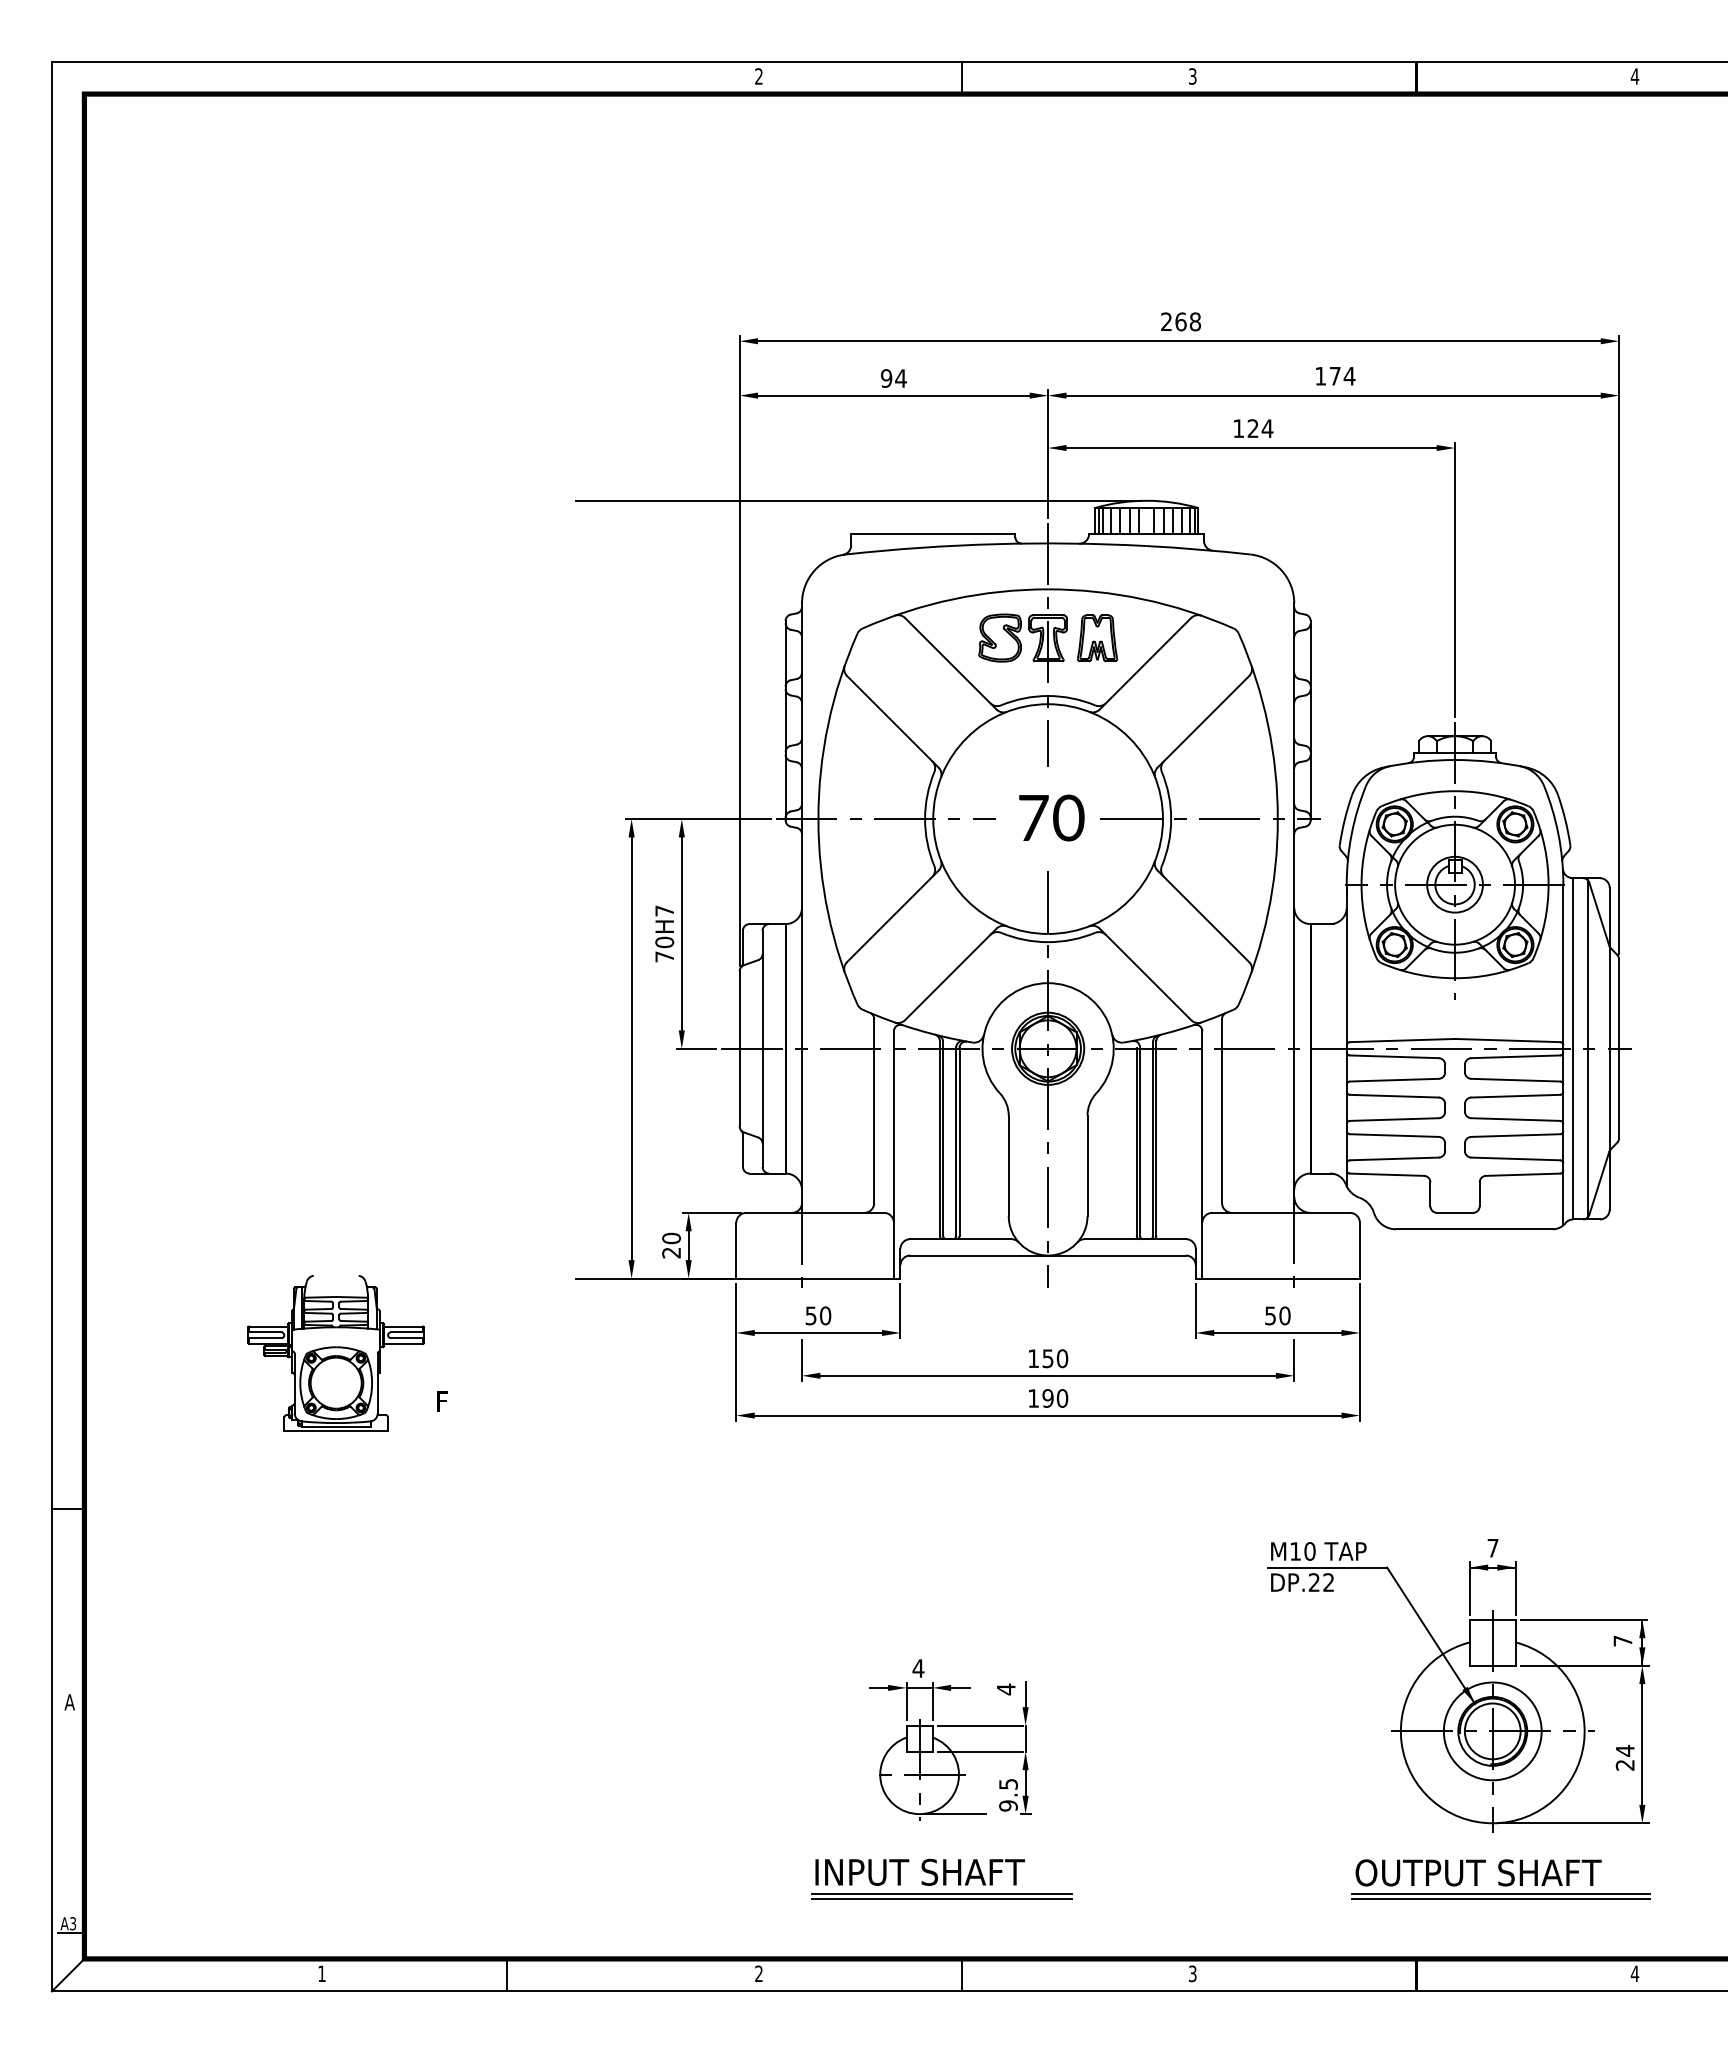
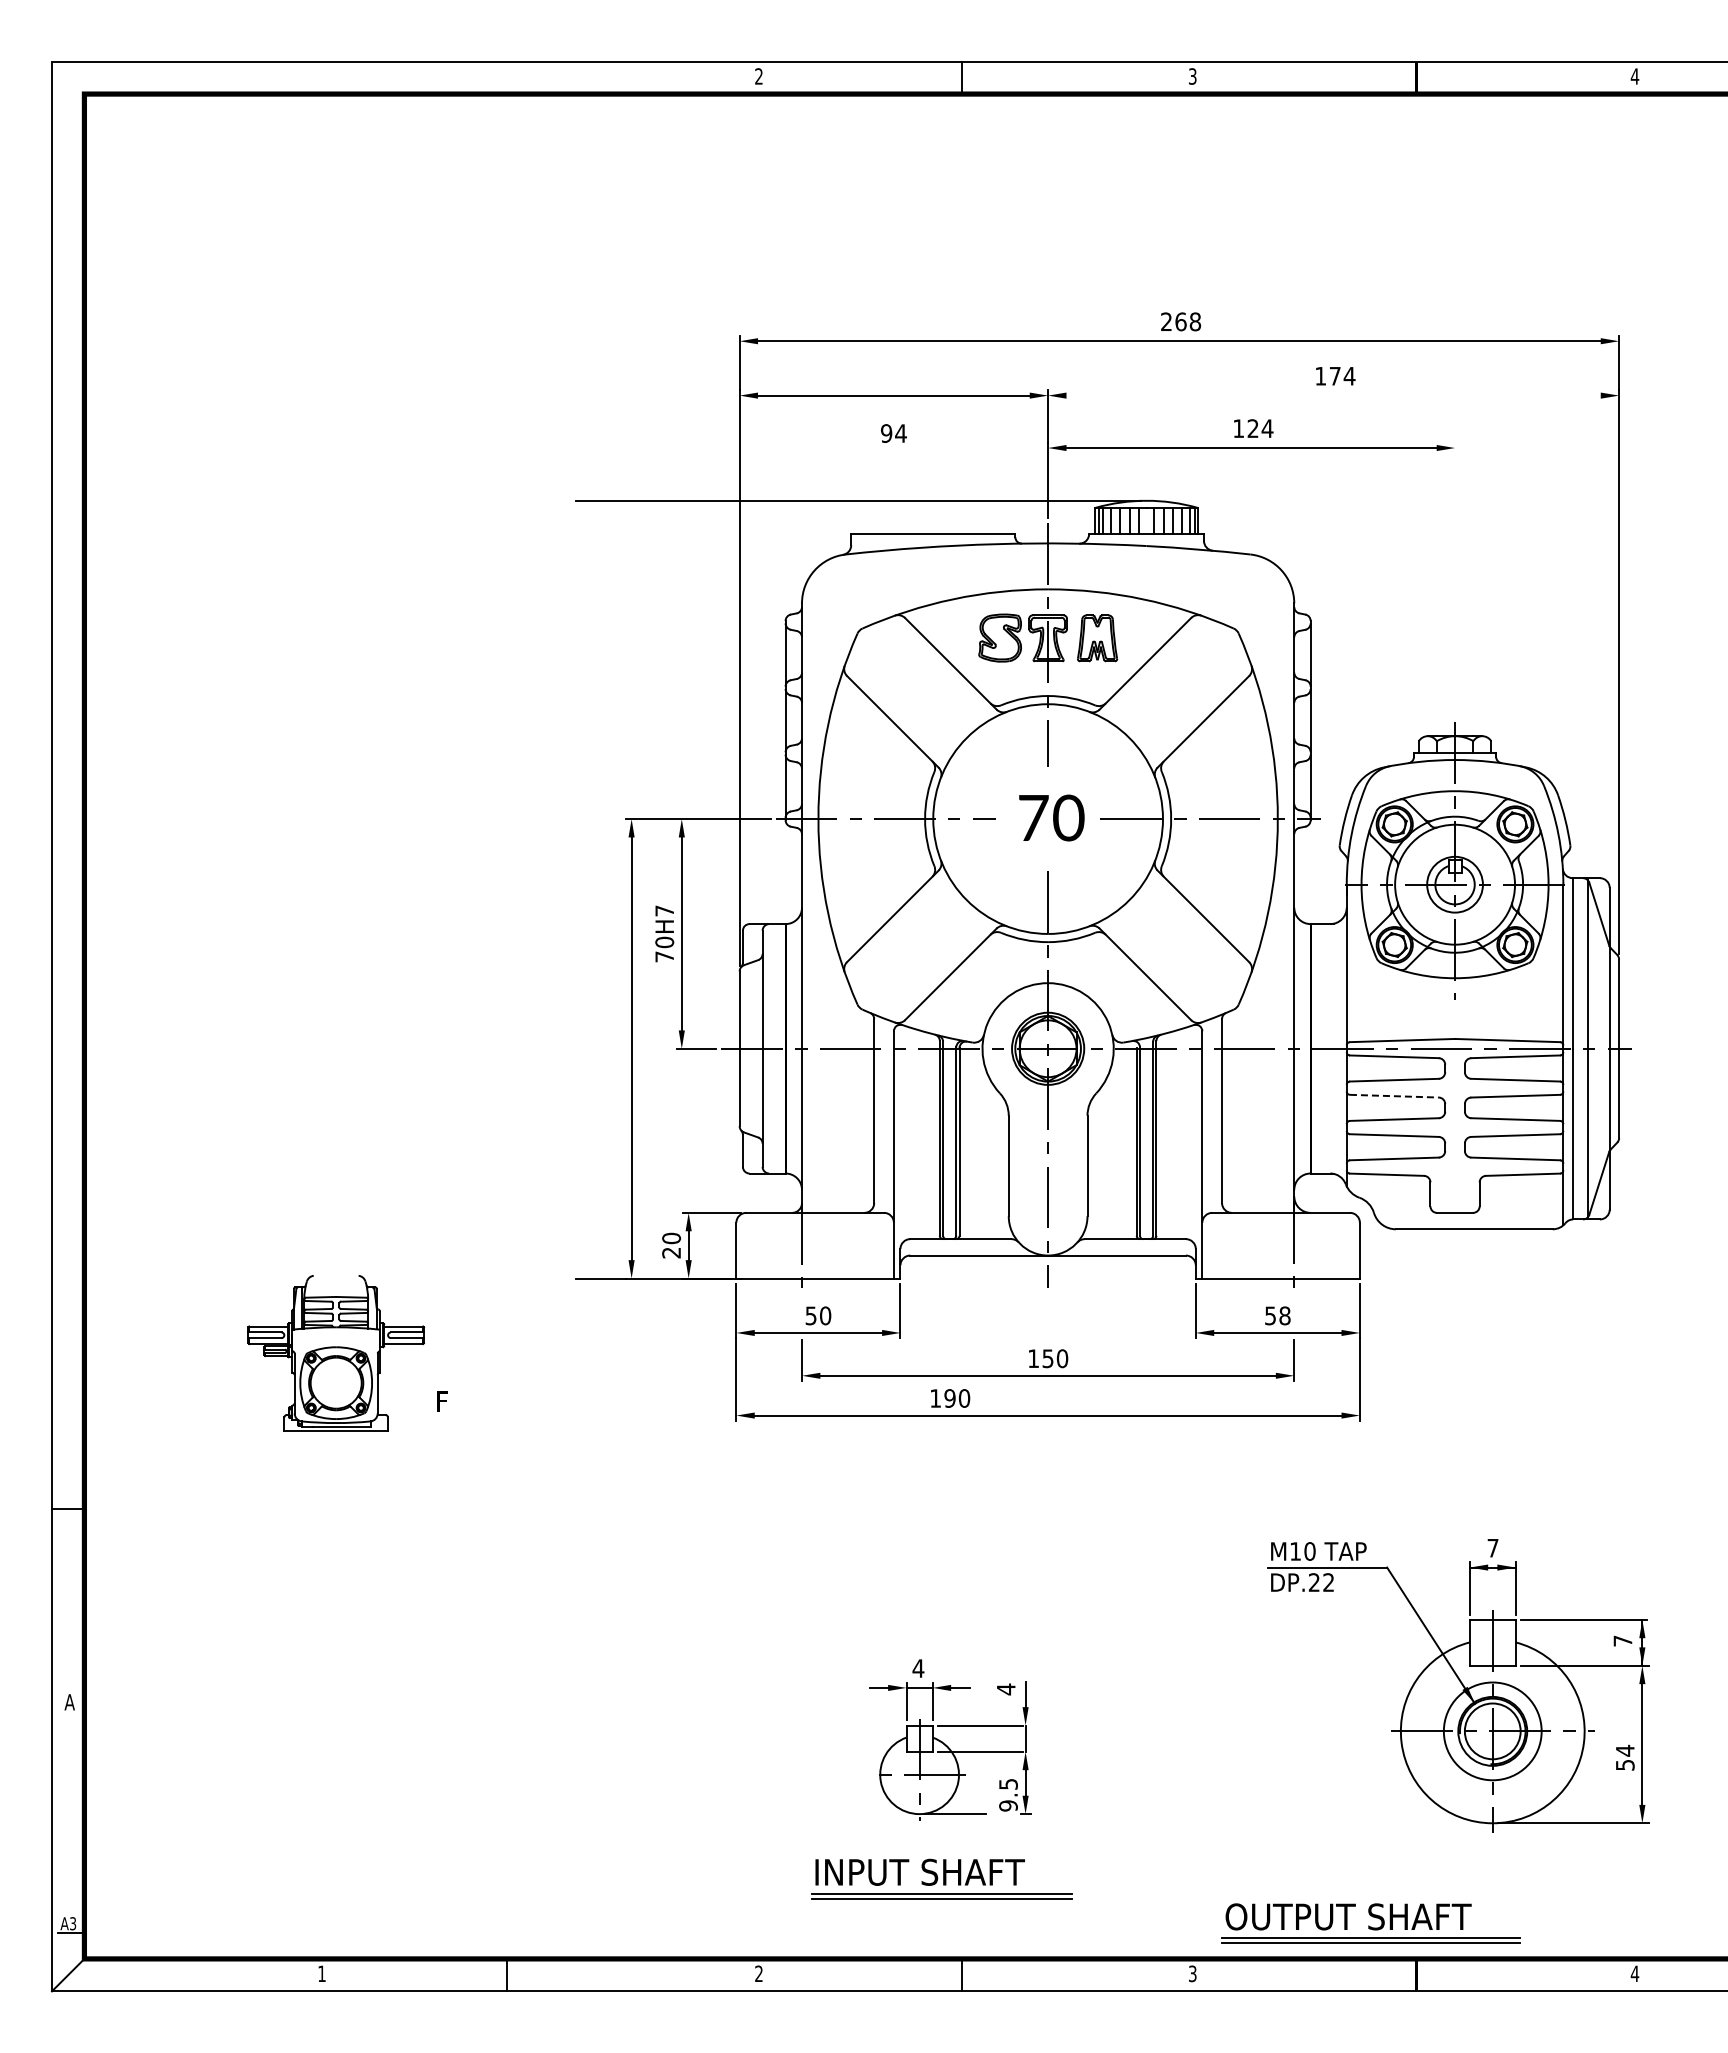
text at (893, 378) position: (893, 378) -> (893, 433)
line at (1335, 395): present -> none
line at (1455, 579): present -> none
line at (1394, 1096): solid -> dashed
text at (1284, 1315): 50 -> 58
text at (1048, 1398) position: (1048, 1398) -> (950, 1398)
text at (1624, 1765): 24 -> 54
part at (1500, 1879) position: (1500, 1879) -> (1370, 1923)
